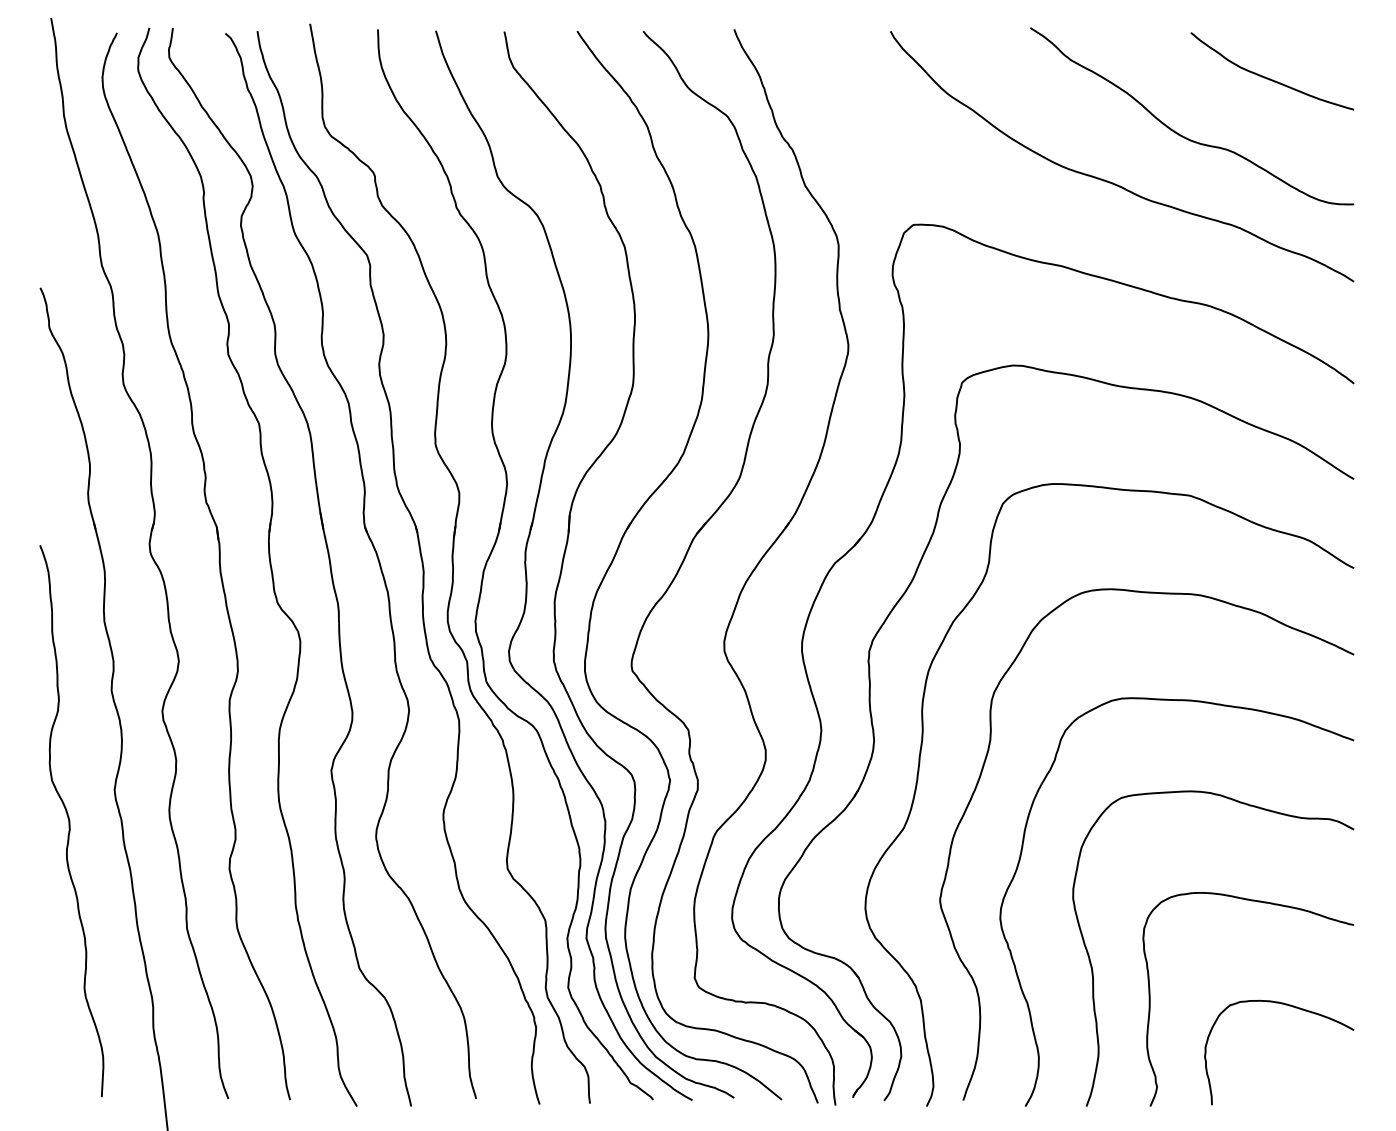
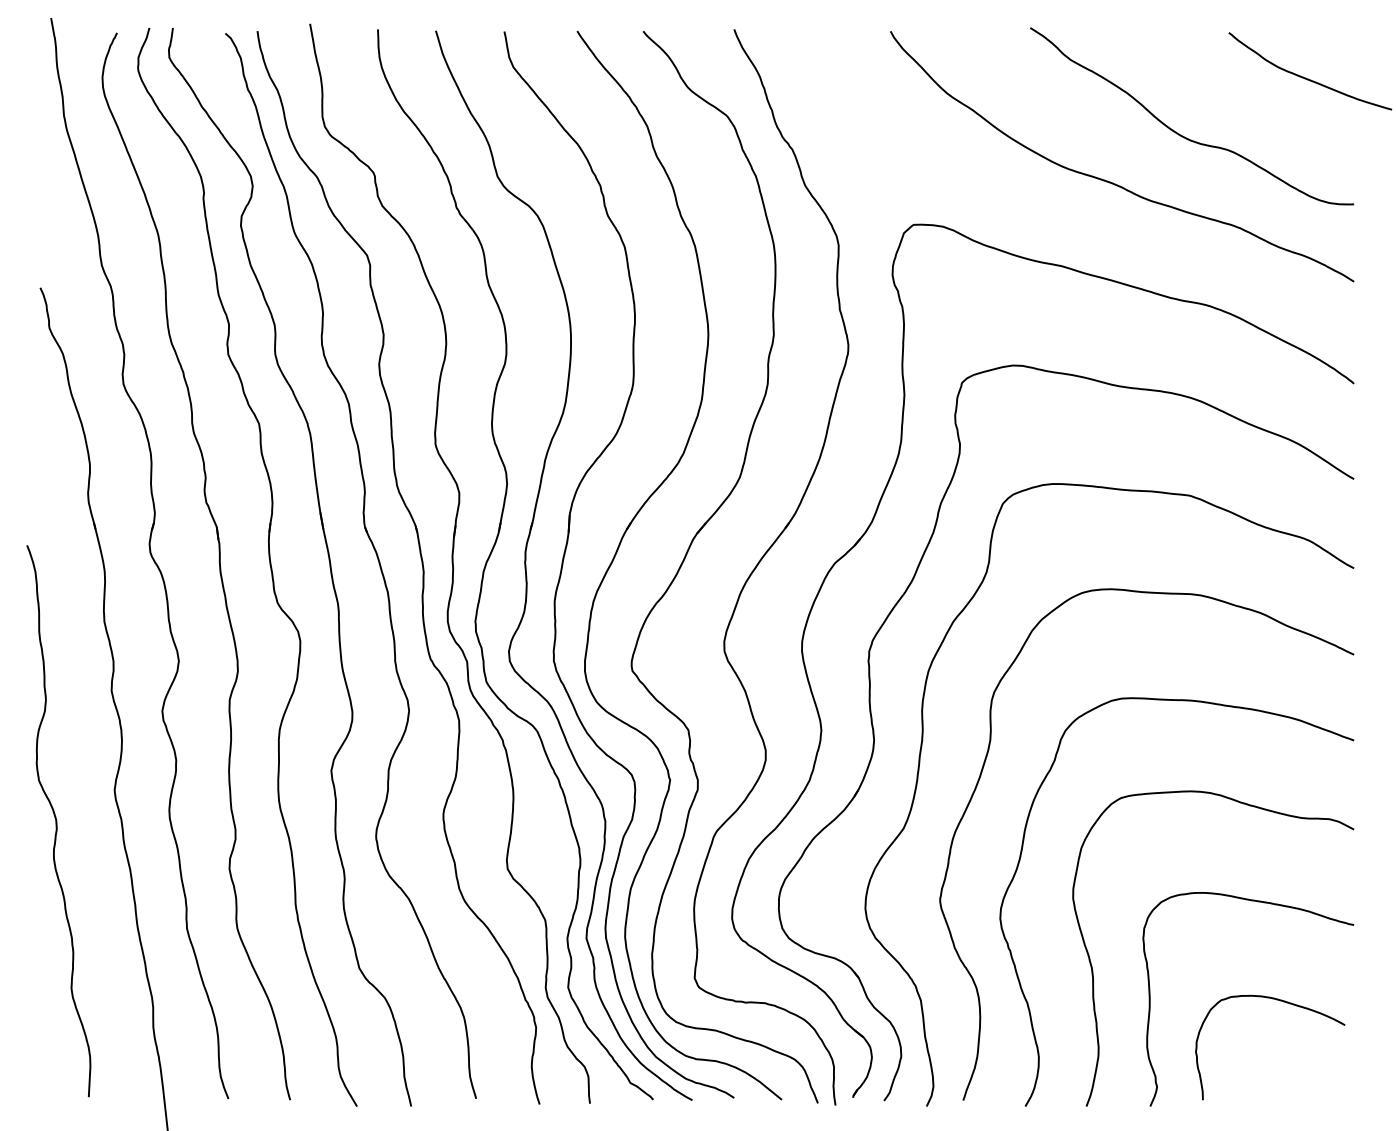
curve at (1270, 78) position: (1270, 78) -> (1308, 78)
curve at (70, 821) position: (70, 821) -> (57, 821)
curve at (1295, 1008) position: (1295, 1008) -> (1286, 1003)
